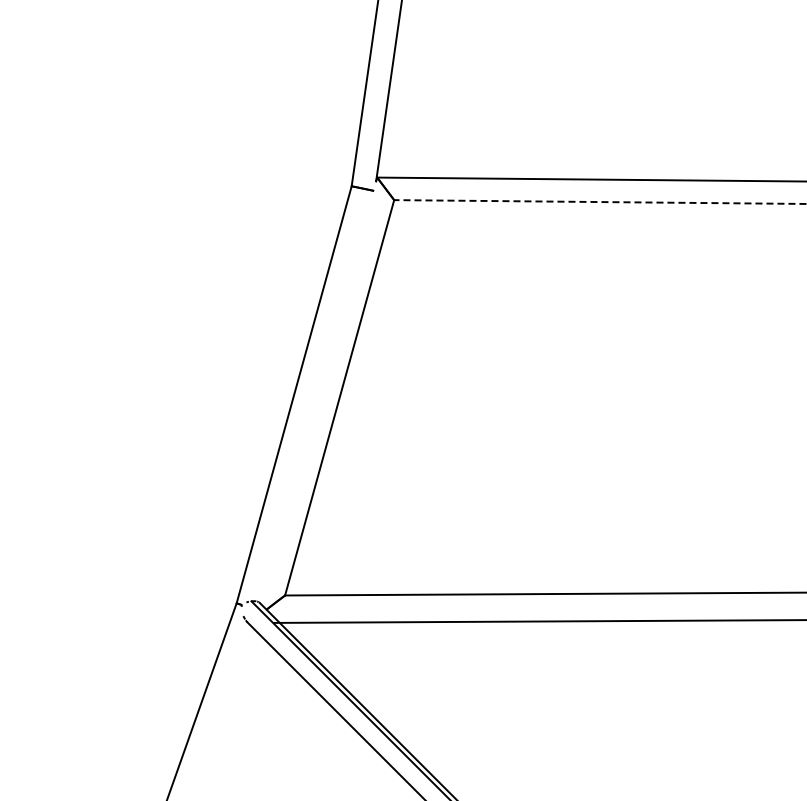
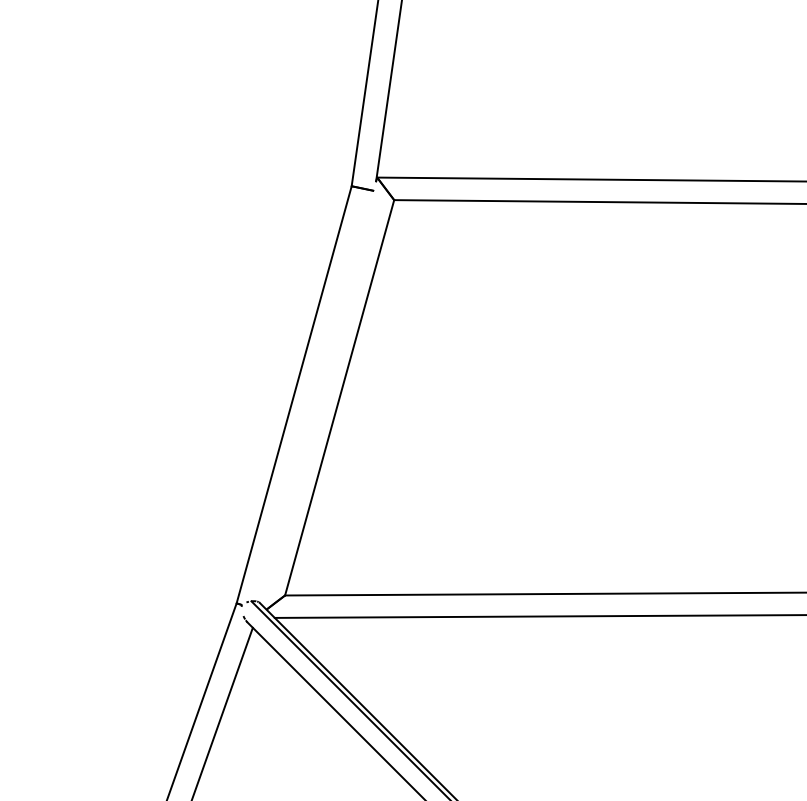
line at (599, 202): dashed -> solid
line at (538, 621) position: (538, 621) -> (538, 616)
line at (222, 712): none -> present
